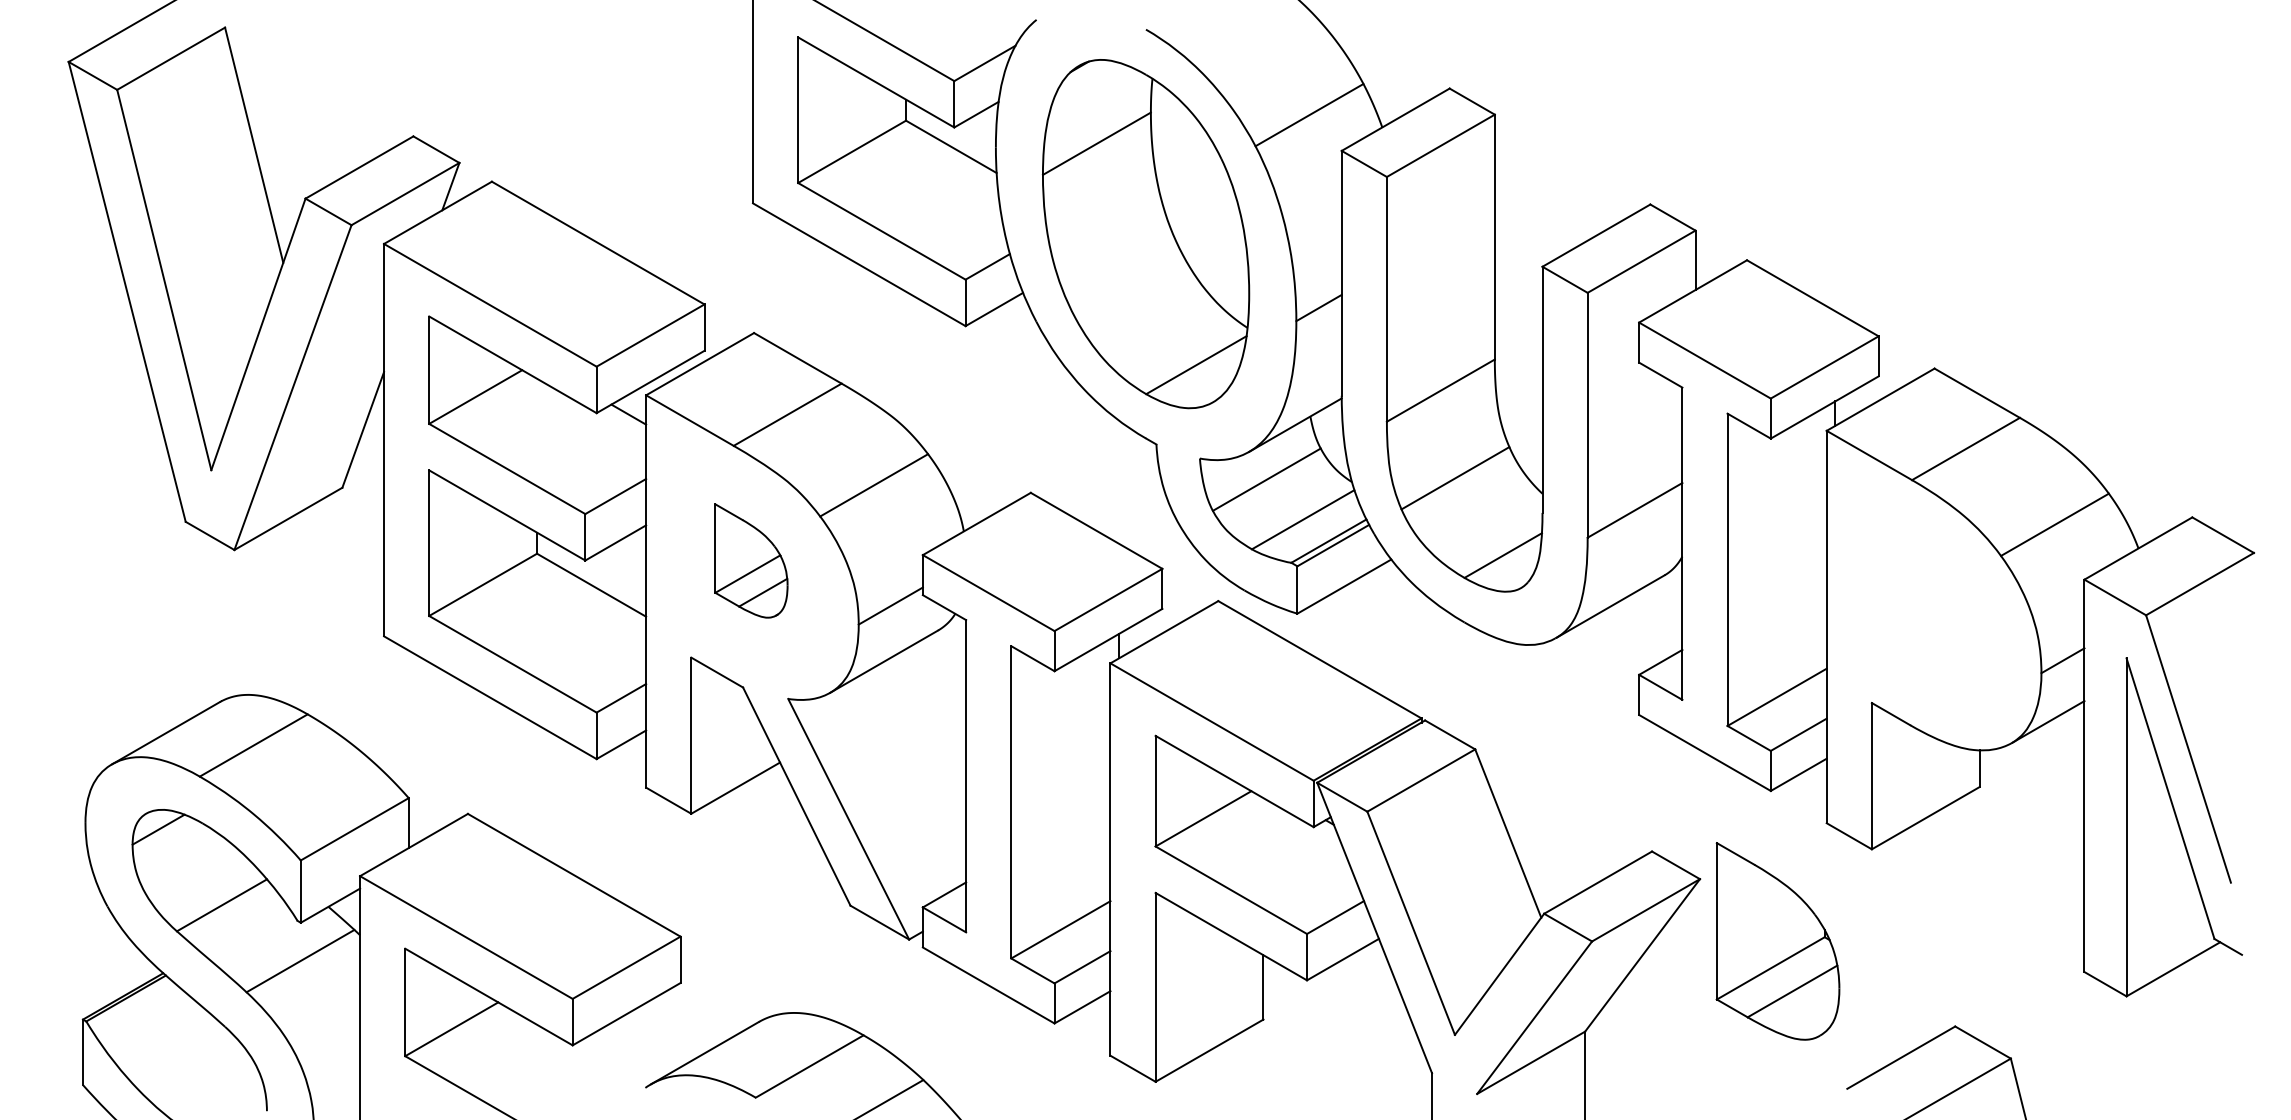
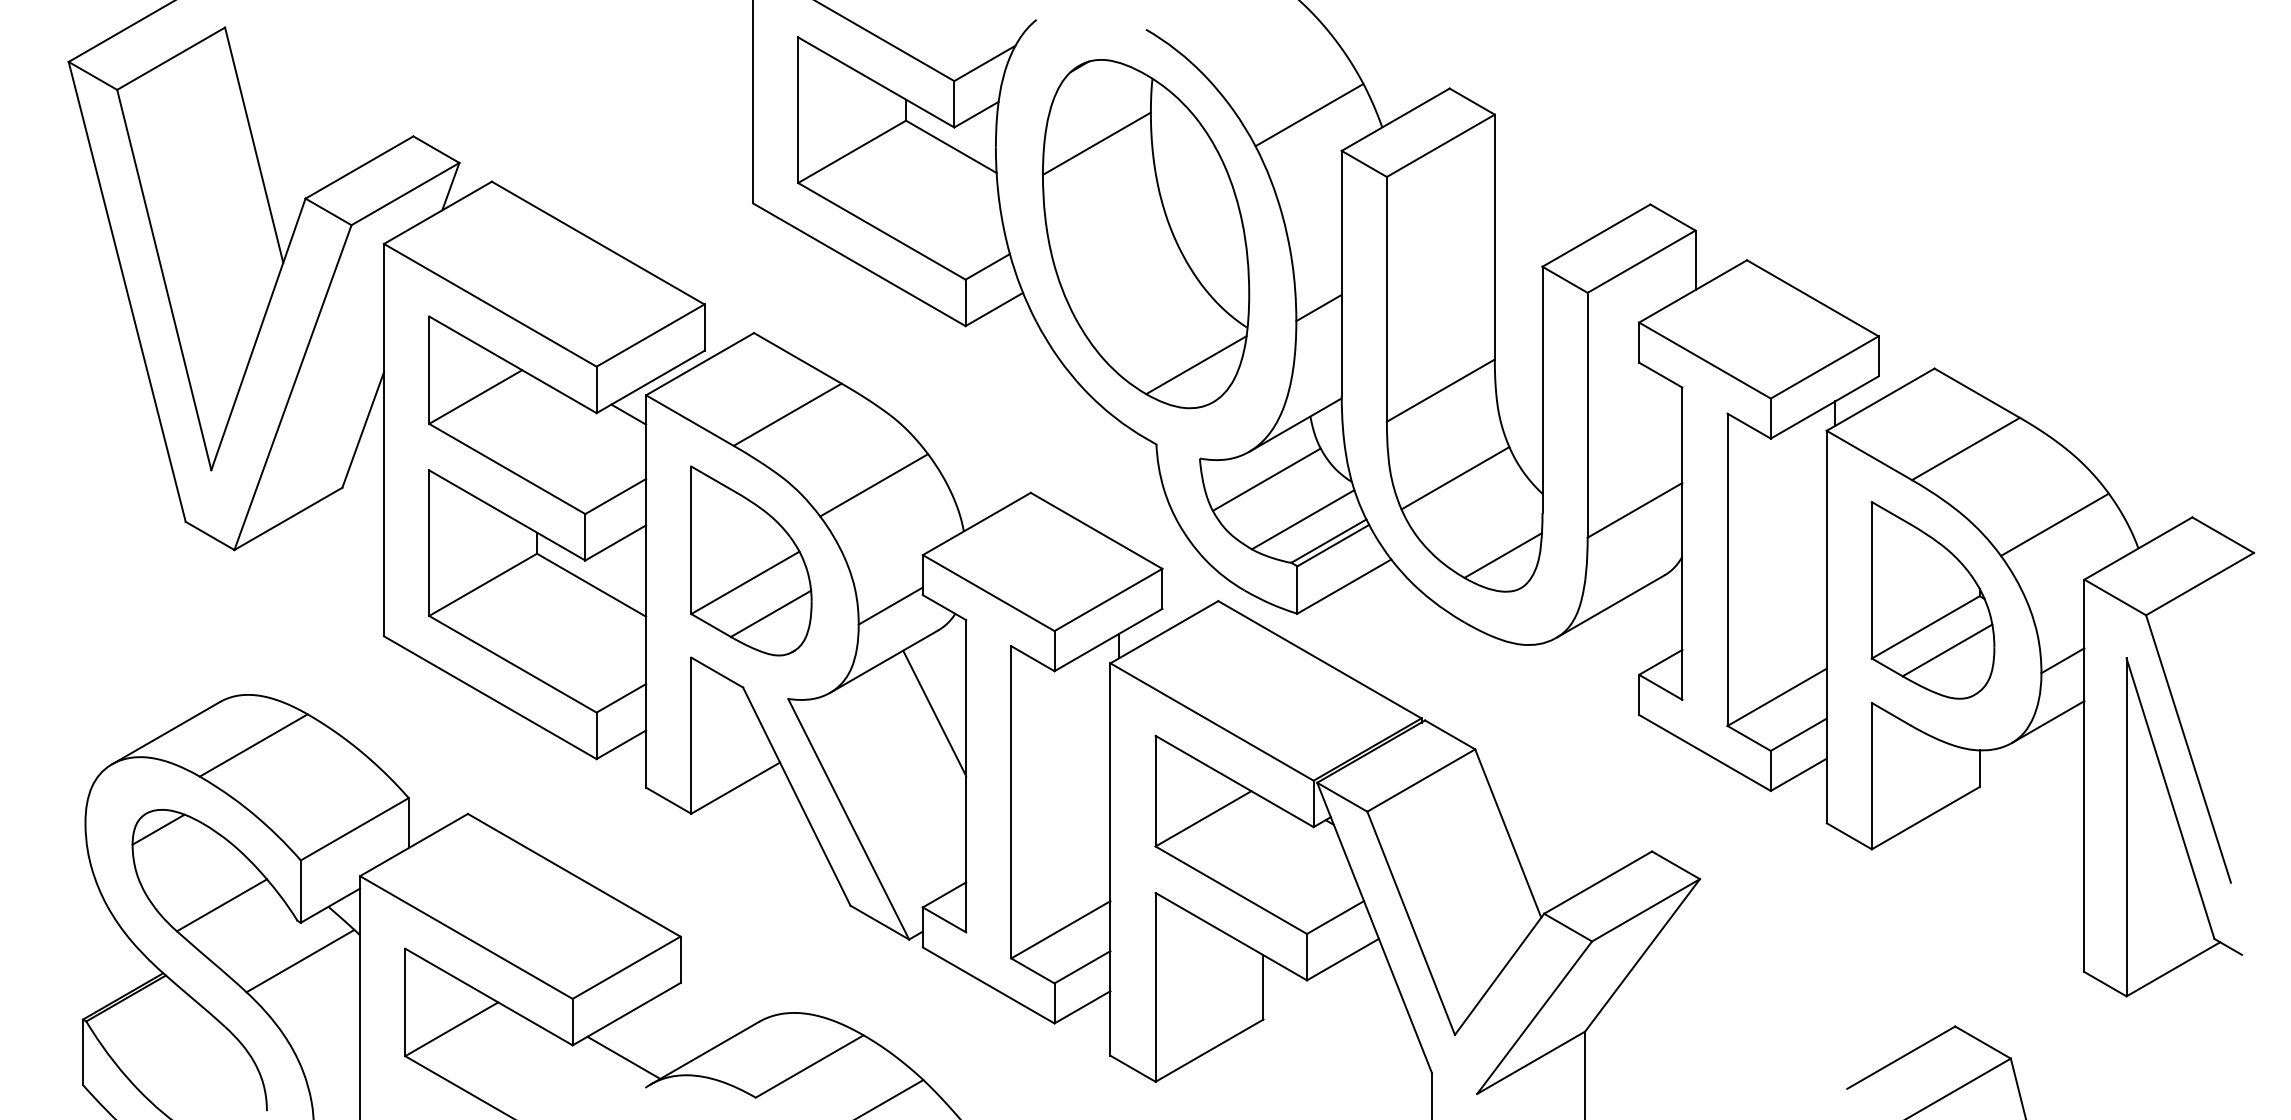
part at (751, 560) size: 75x116 px -> 123x192 px
line at (934, 713): none -> present
part at (1777, 941) position: (1777, 941) -> (1932, 600)
line at (623, 1057): none -> present
